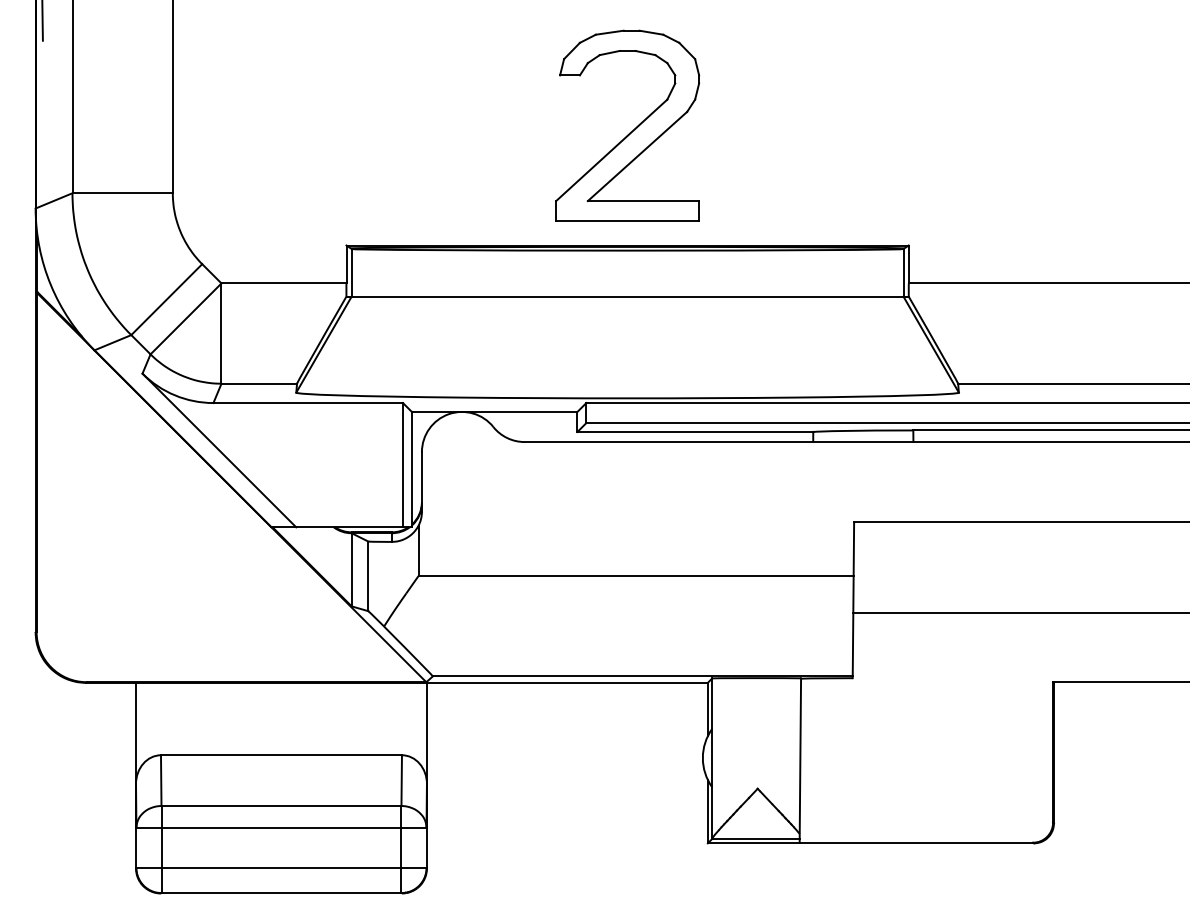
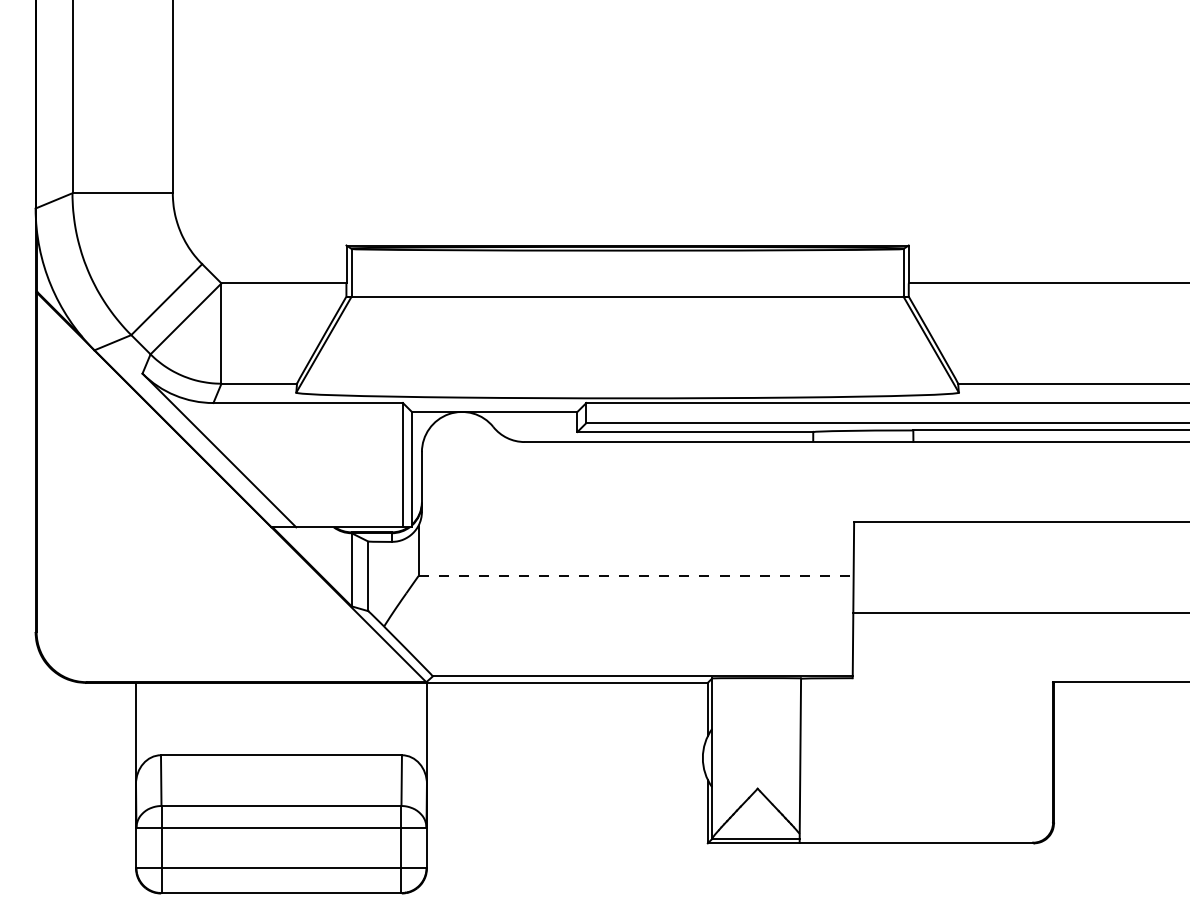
line at (42, 21): present -> none
part at (630, 131): present -> none
line at (636, 576): solid -> dashed
